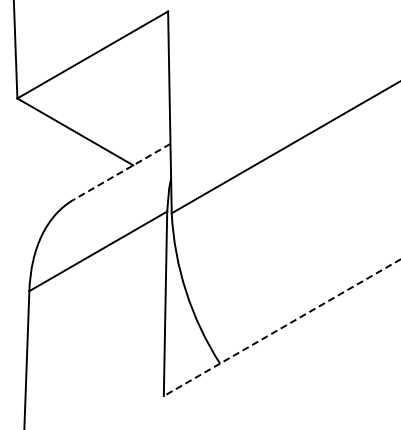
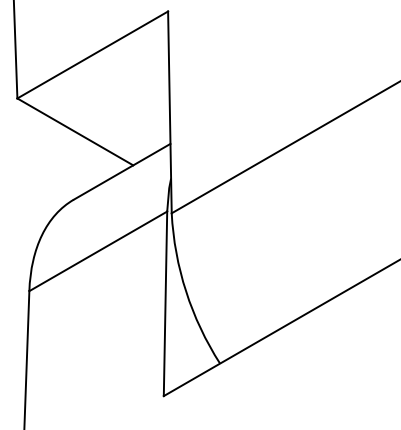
line at (122, 171): dashed -> solid
line at (281, 328): dashed -> solid
